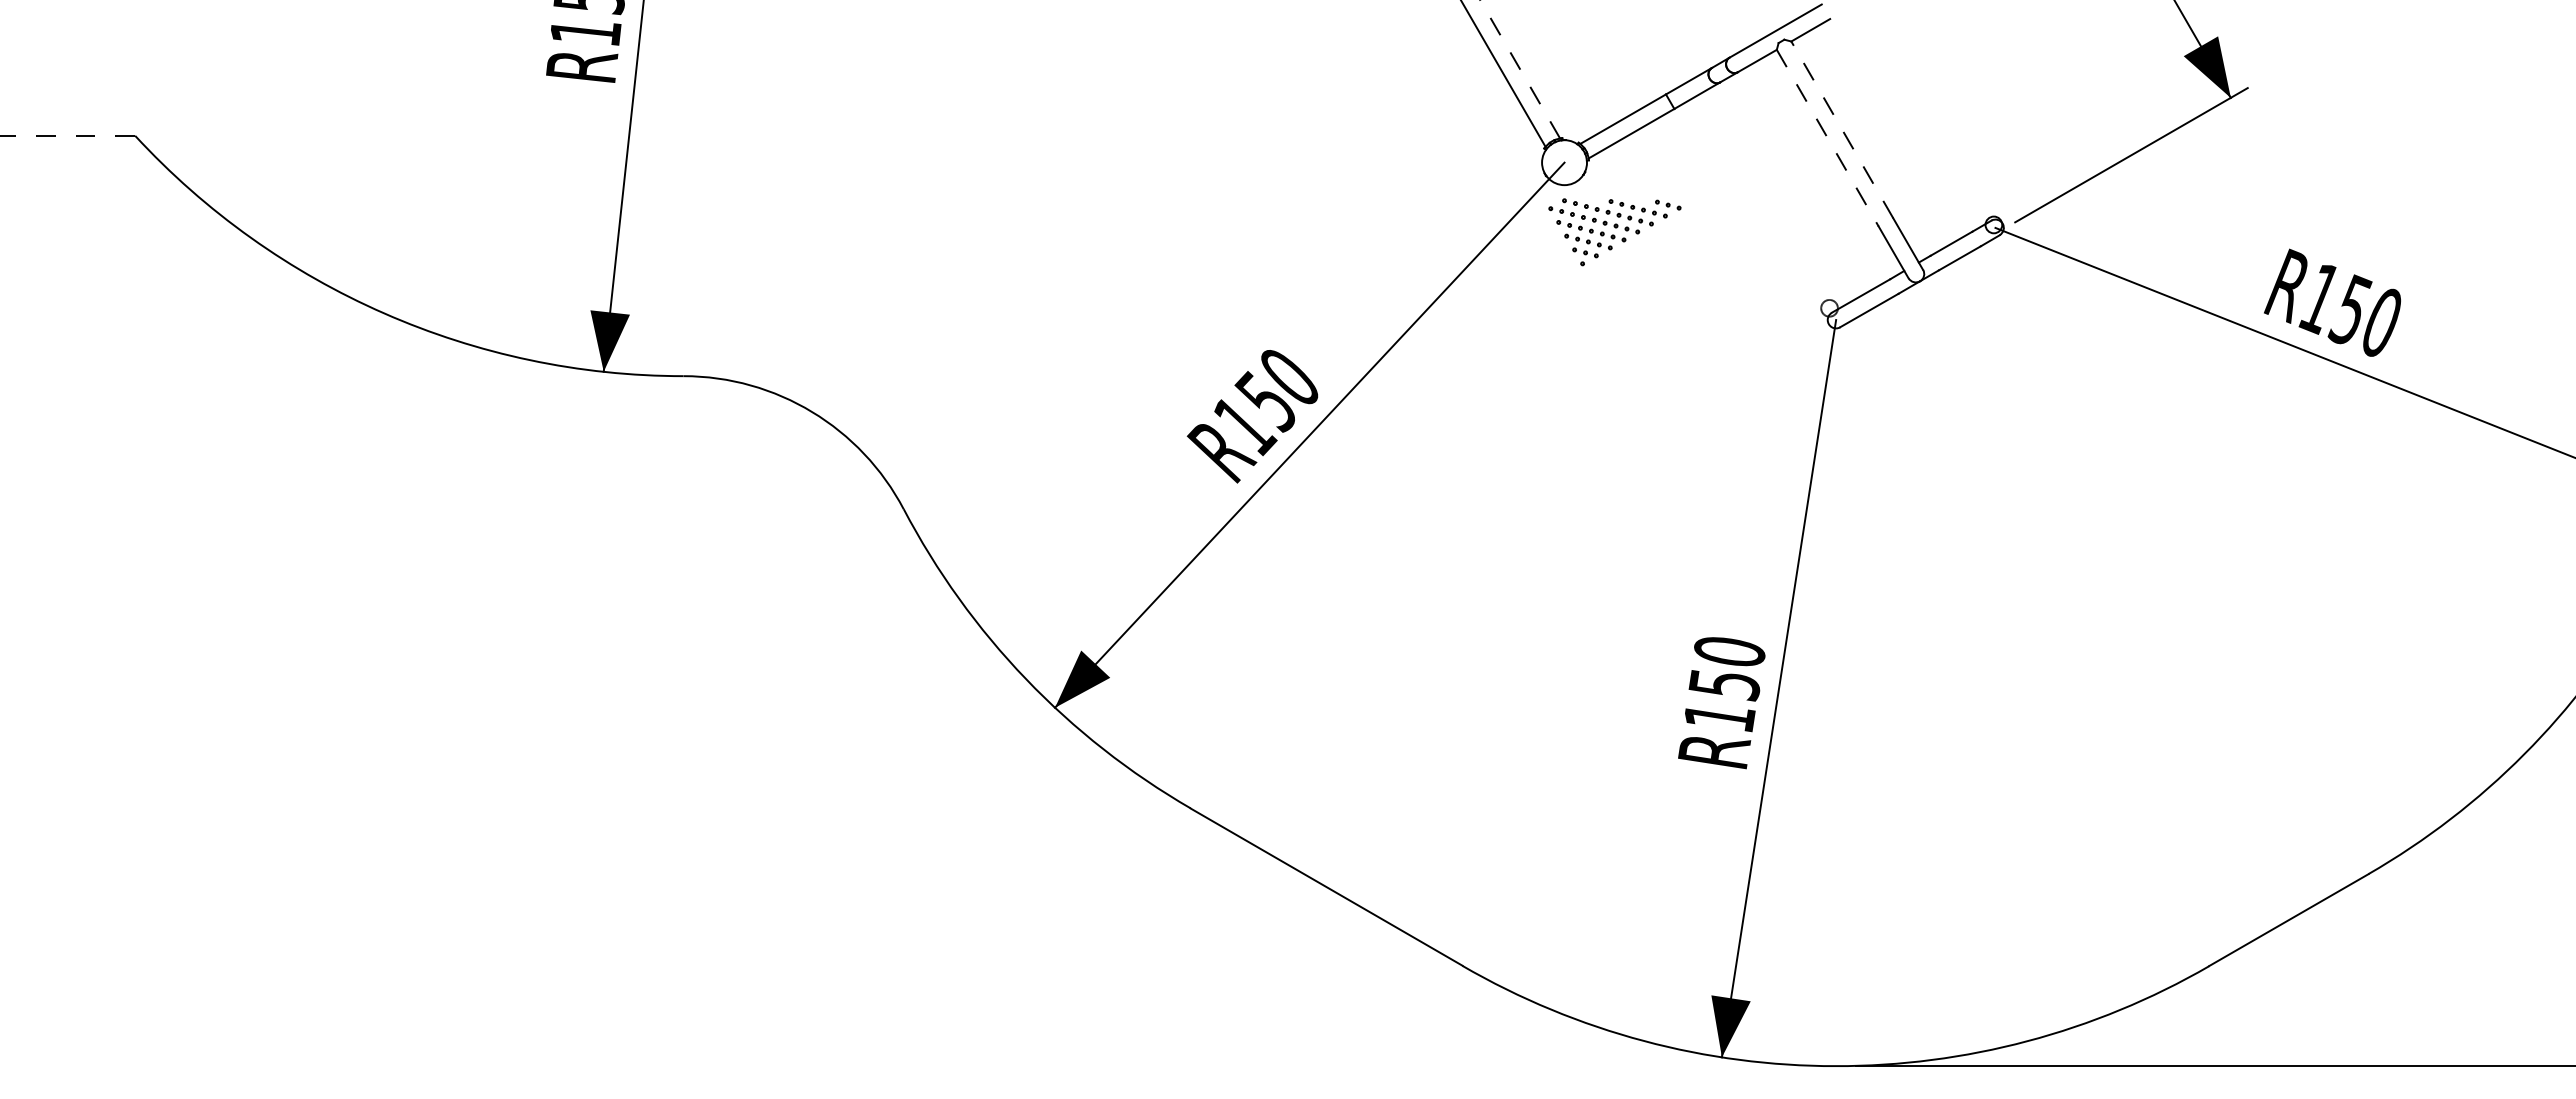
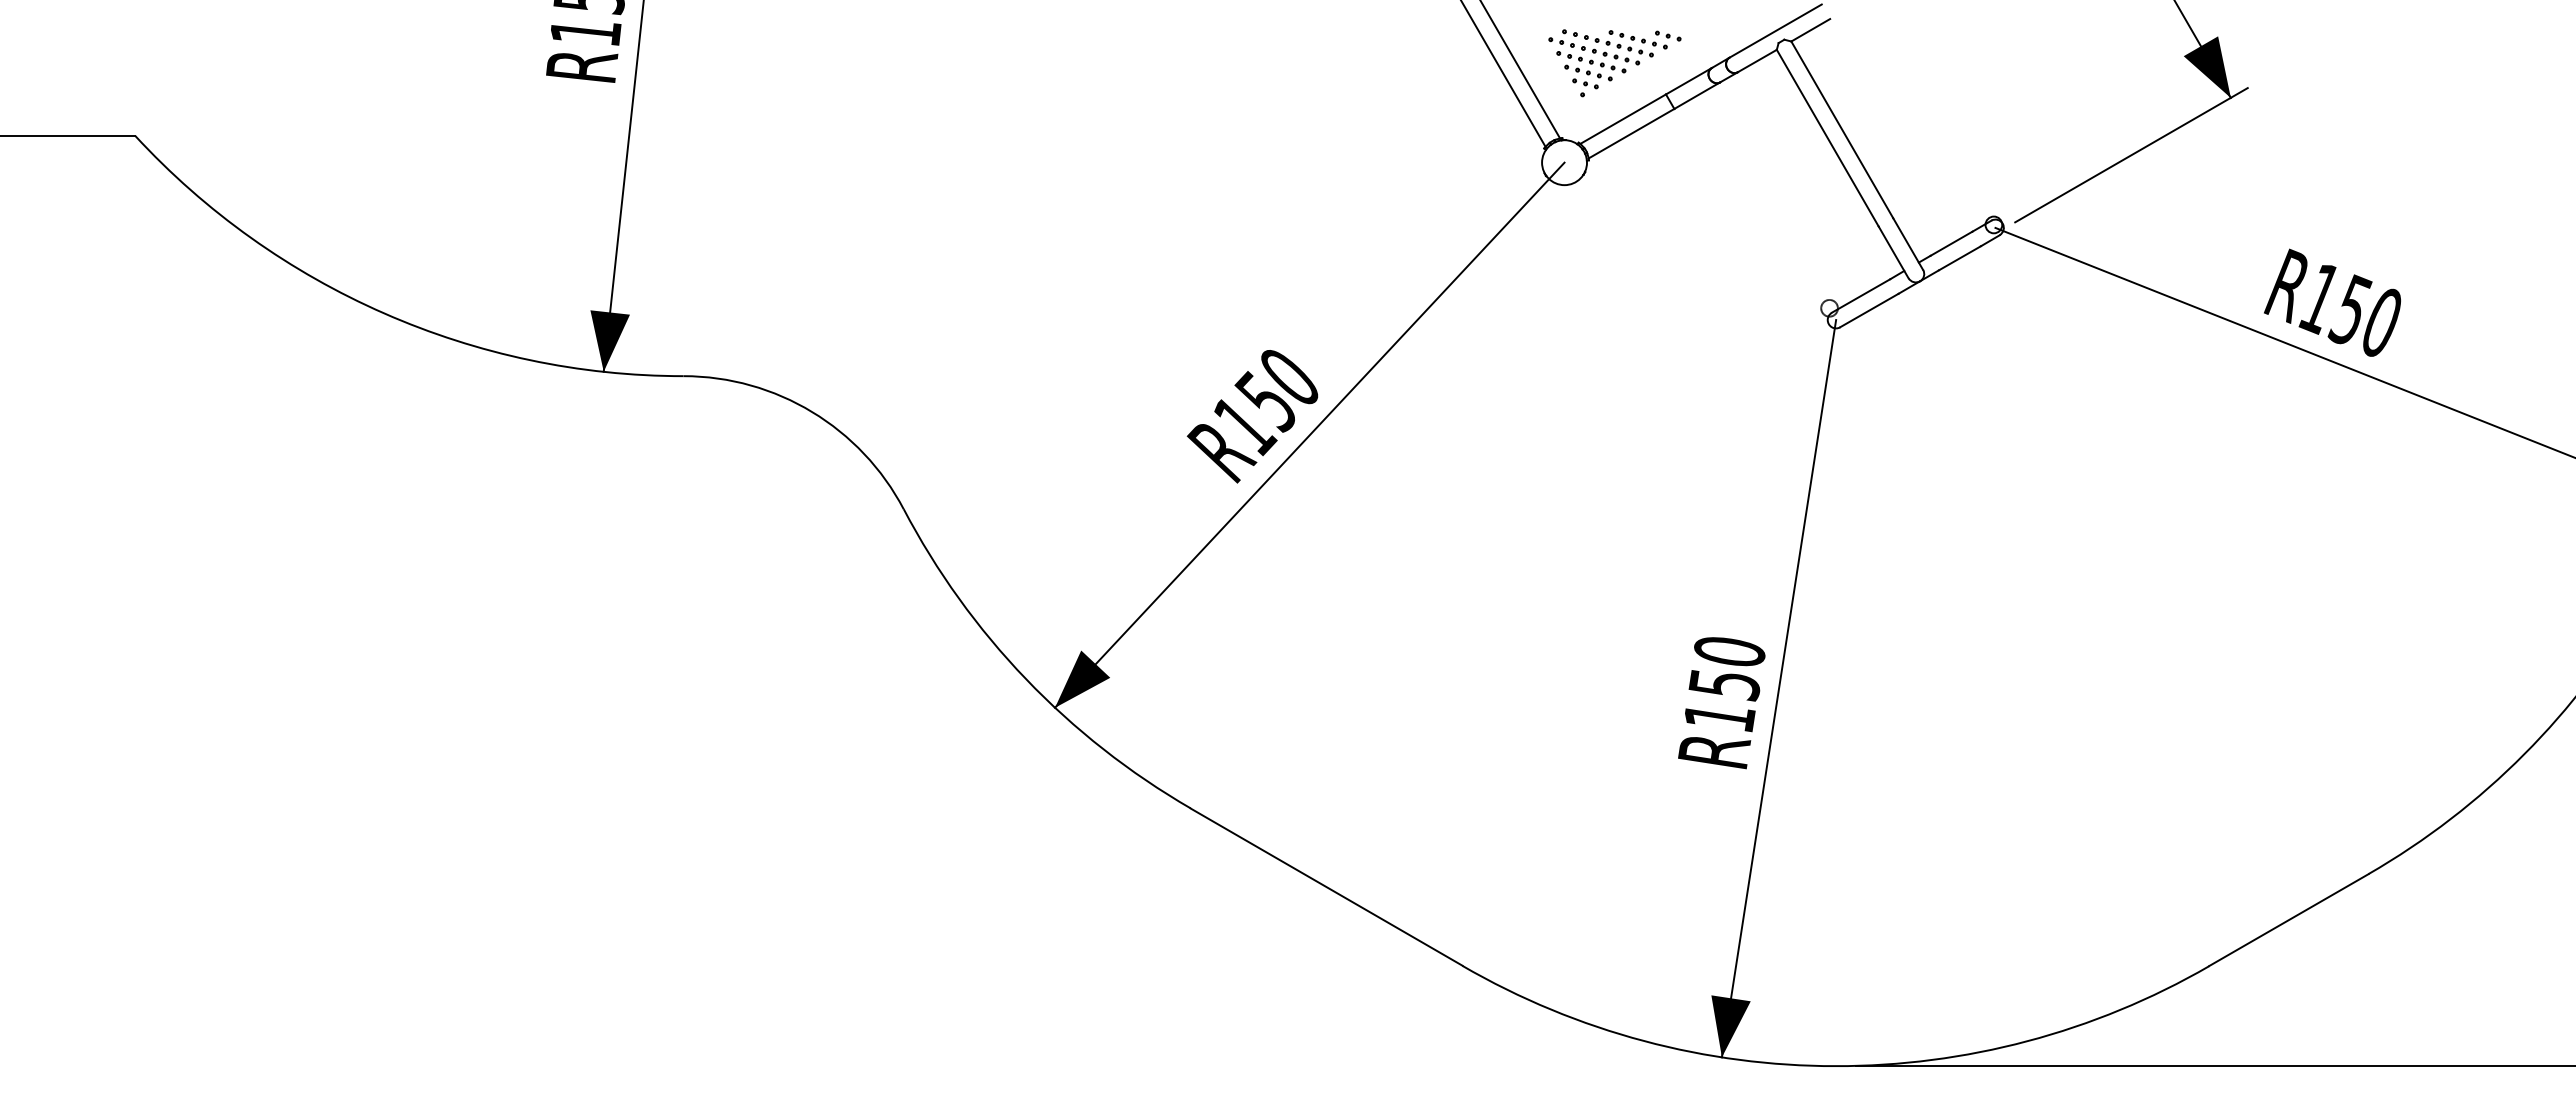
line at (1520, 69): dashed -> solid
line at (1842, 129): dashed -> solid
line at (68, 135): dashed -> solid
line at (1827, 138): dashed -> solid
part at (1614, 232) position: (1614, 232) -> (1614, 63)
